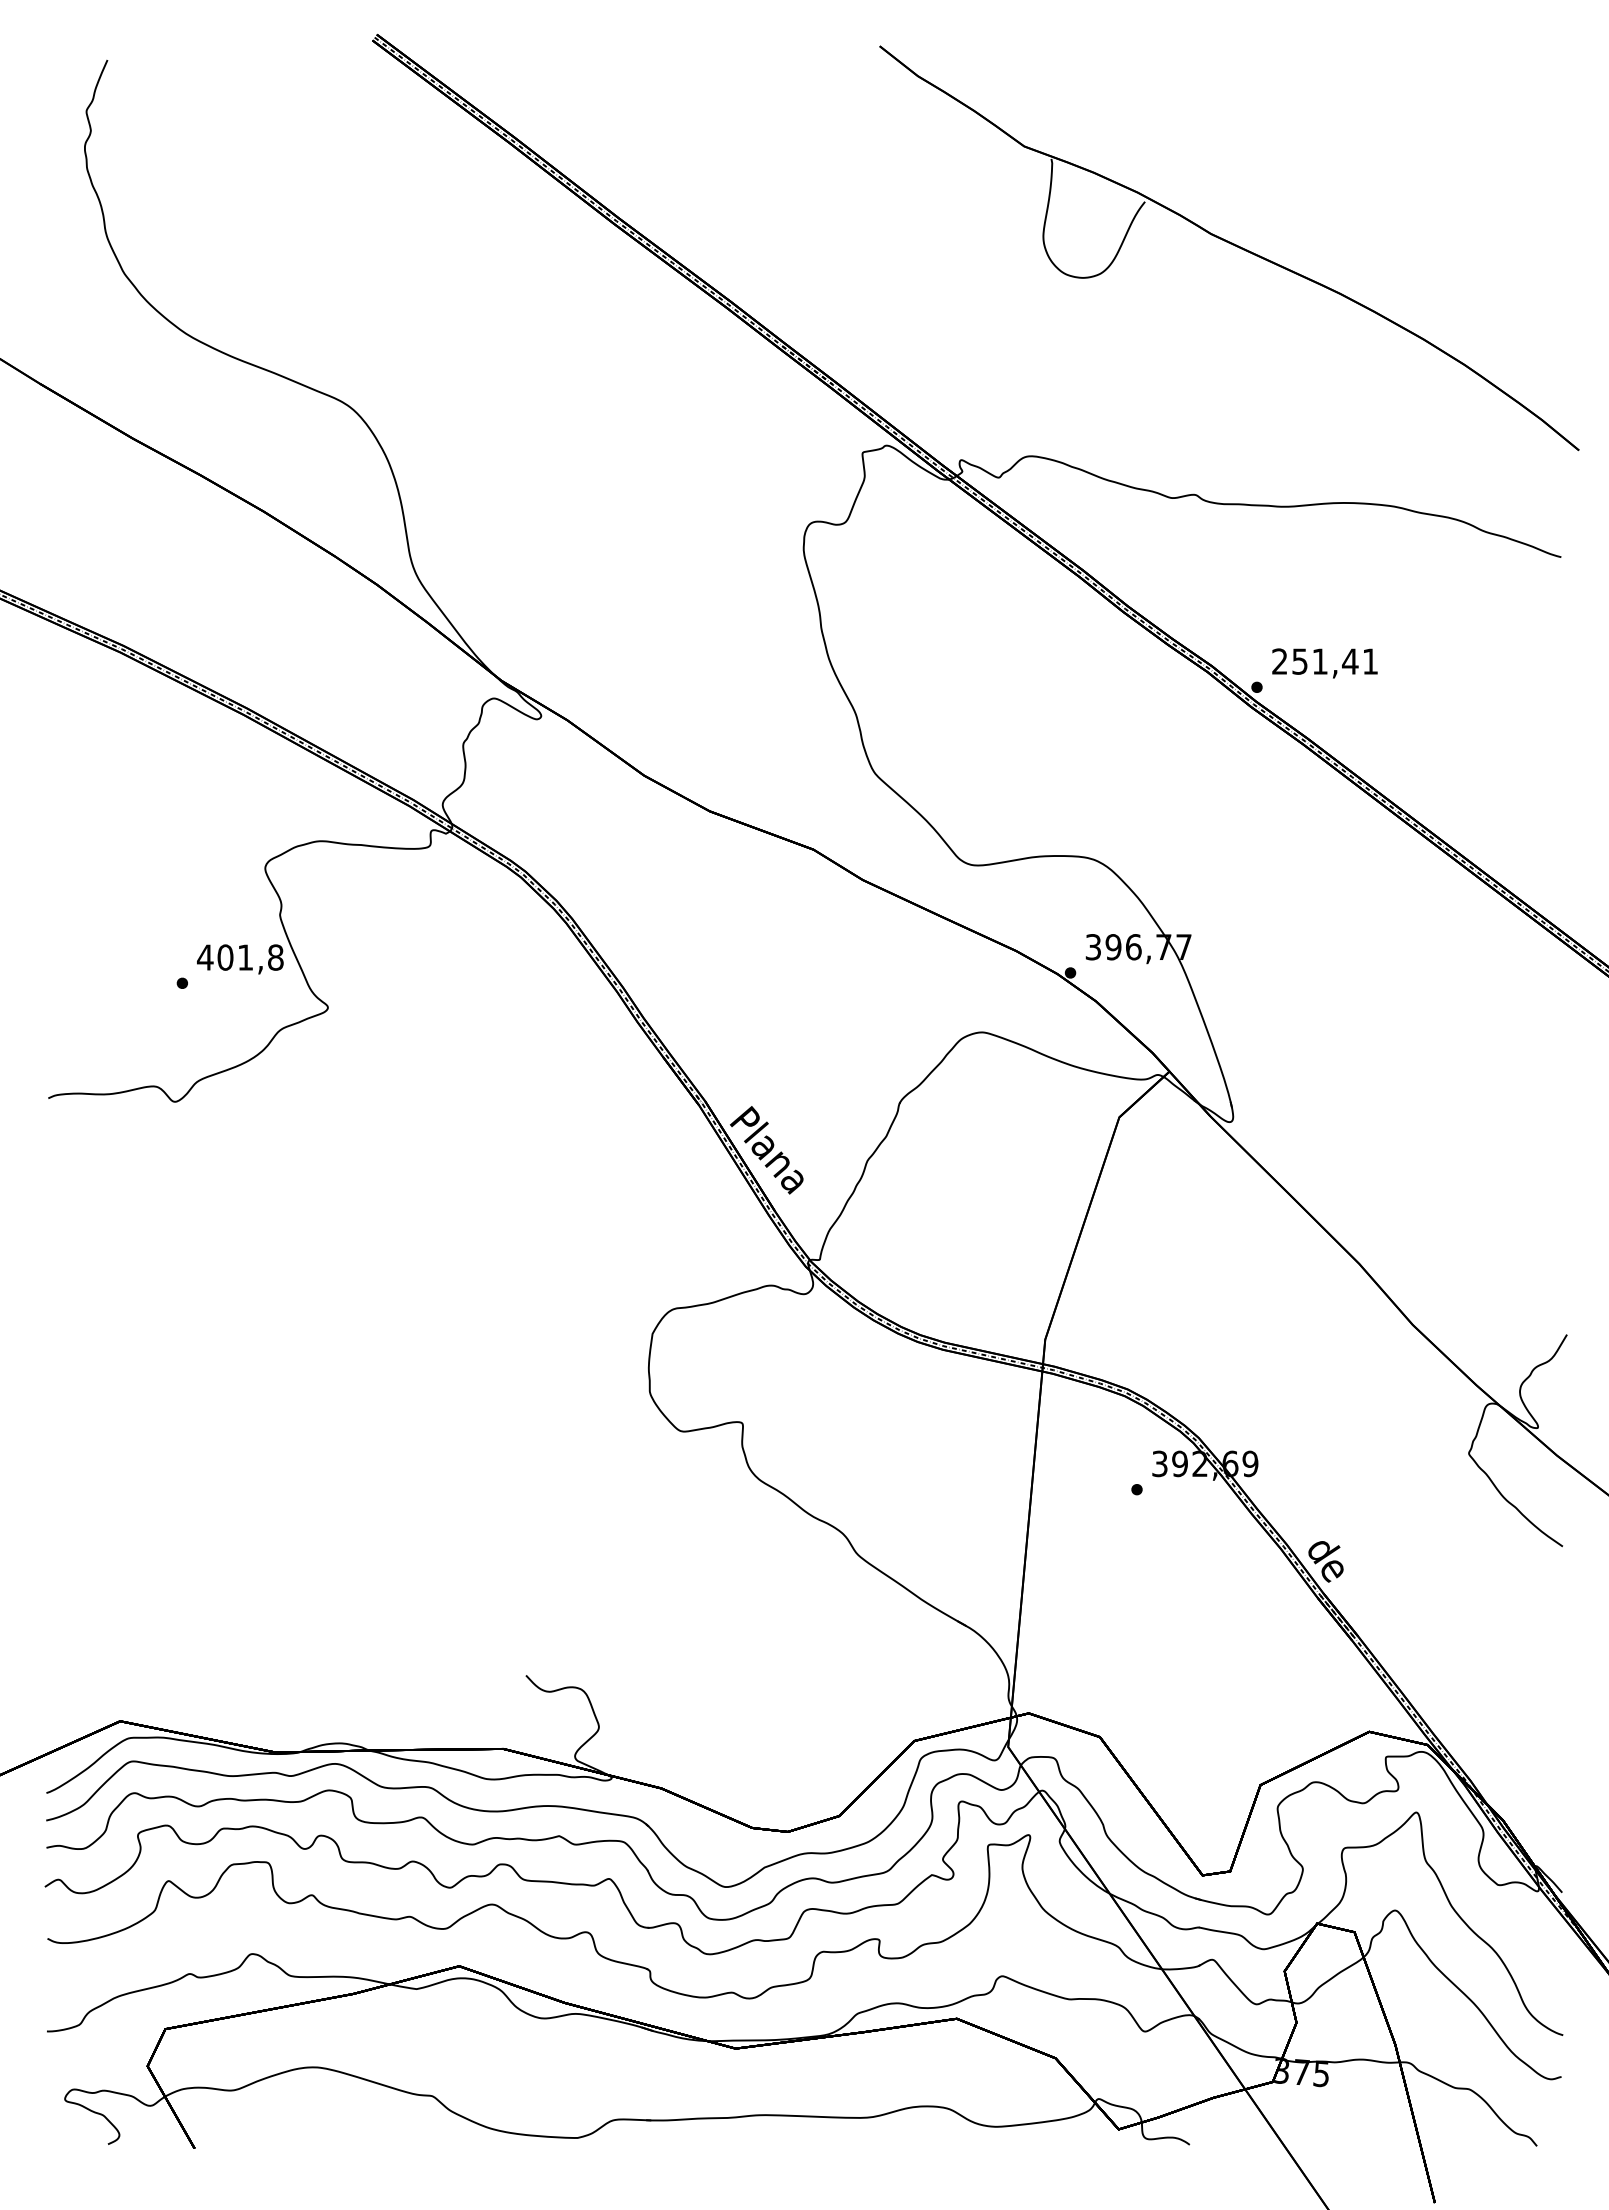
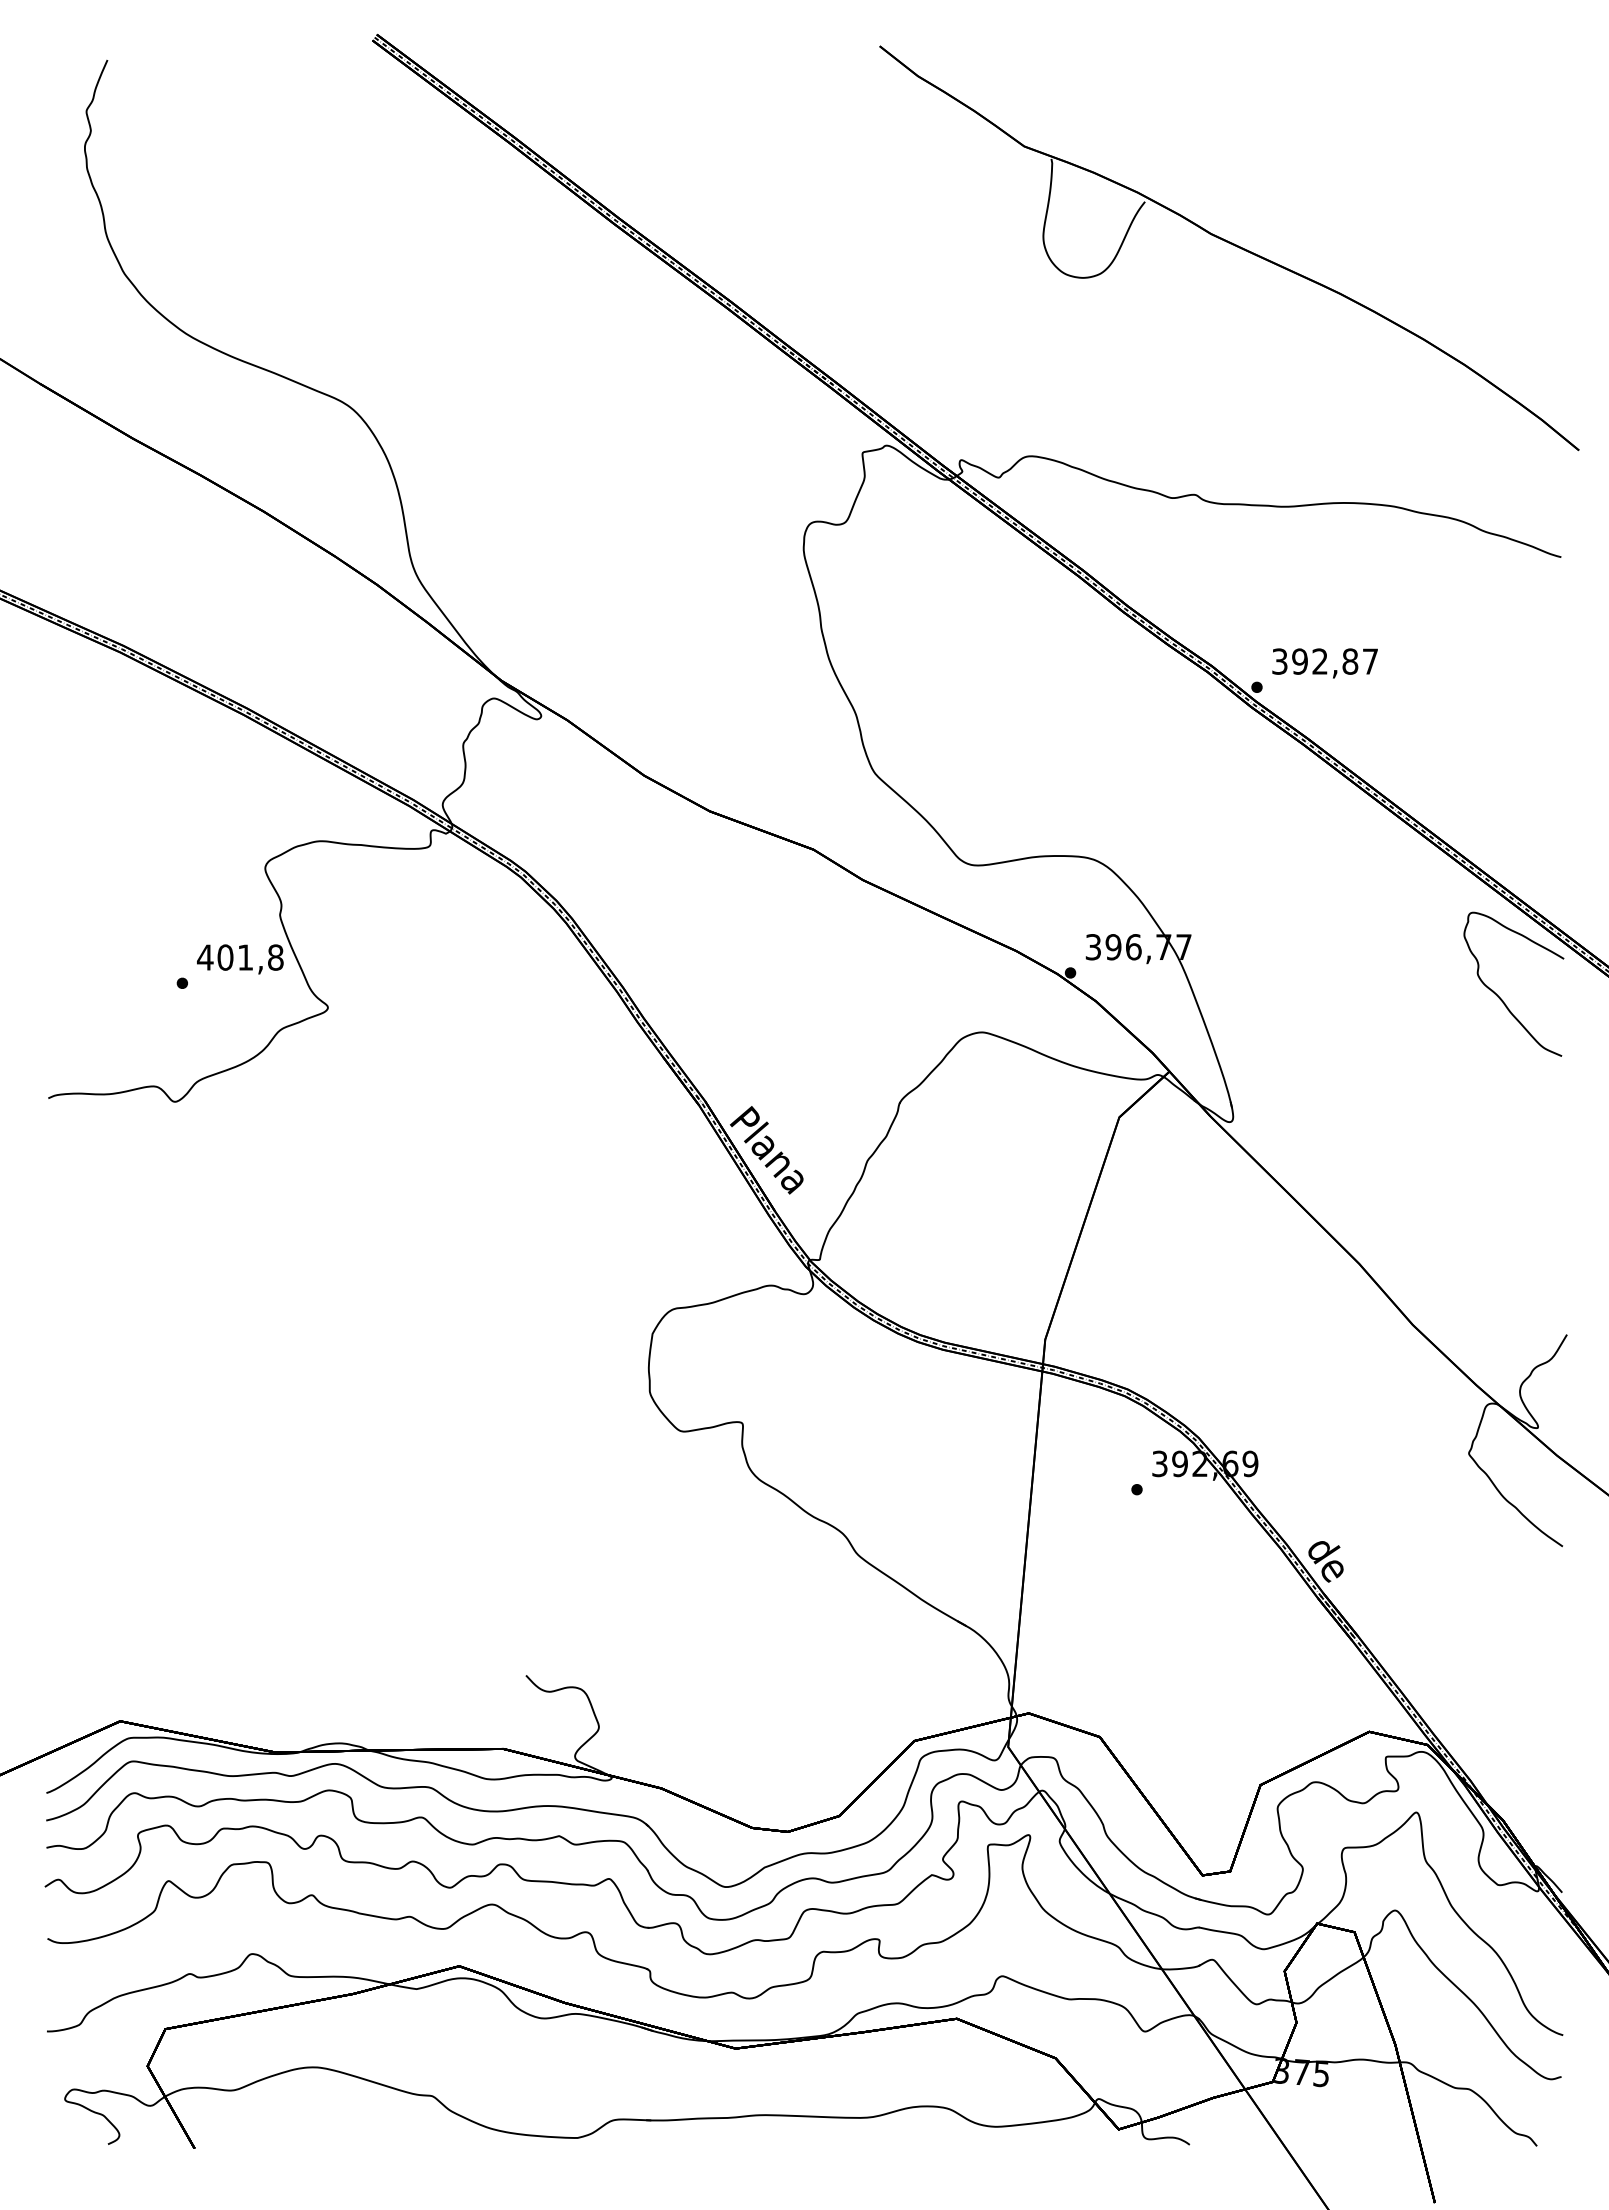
text at (1324, 661): 251,41 -> 392,87
curve at (1499, 996): none -> present
